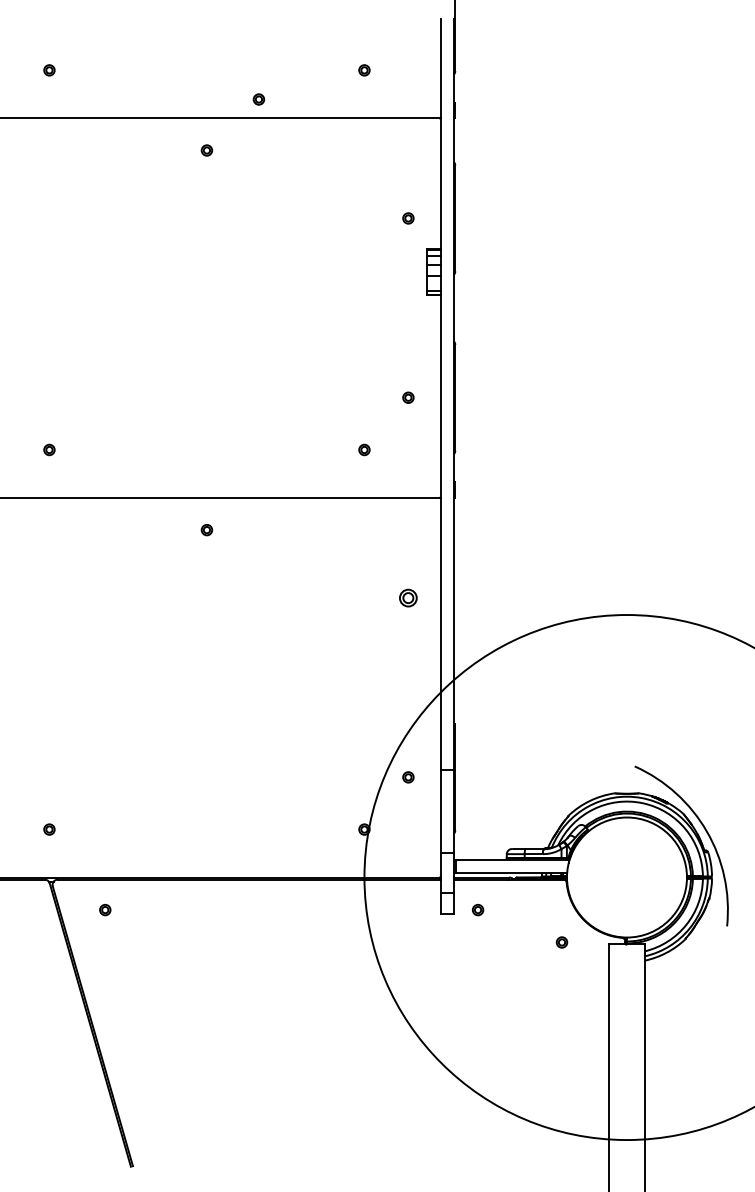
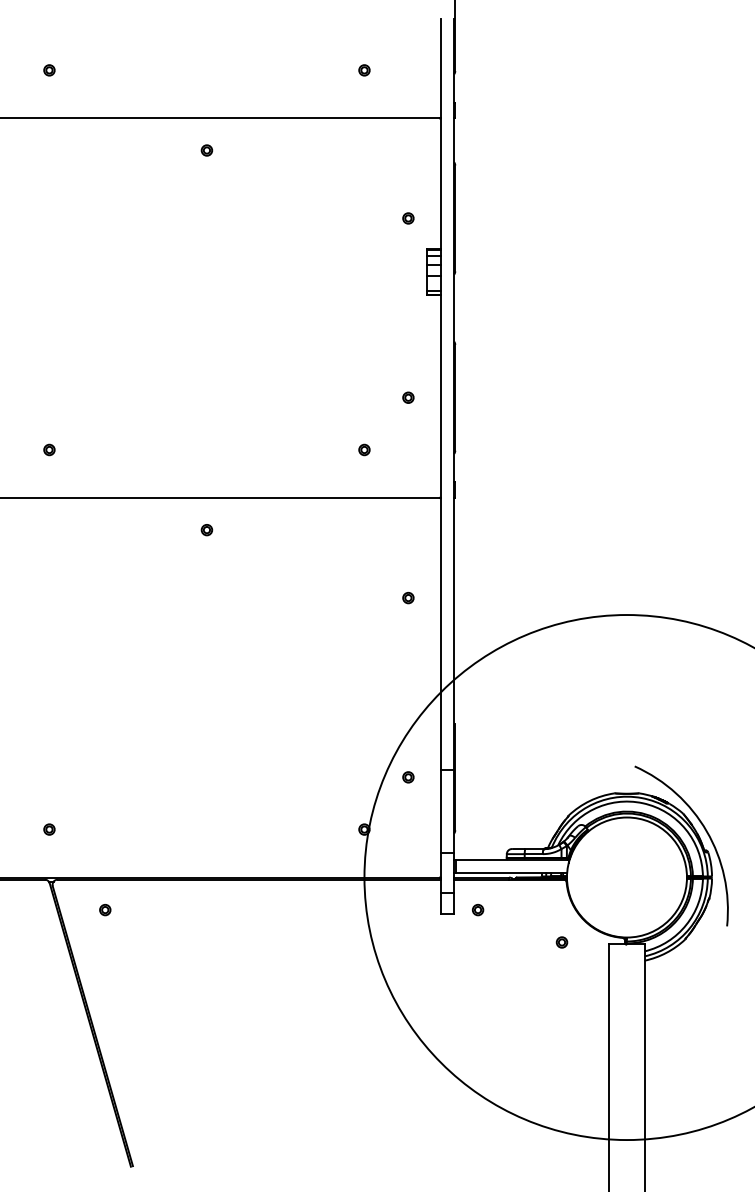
part at (258, 99): present -> none
part at (408, 597) size: 19x20 px -> 13x14 px
